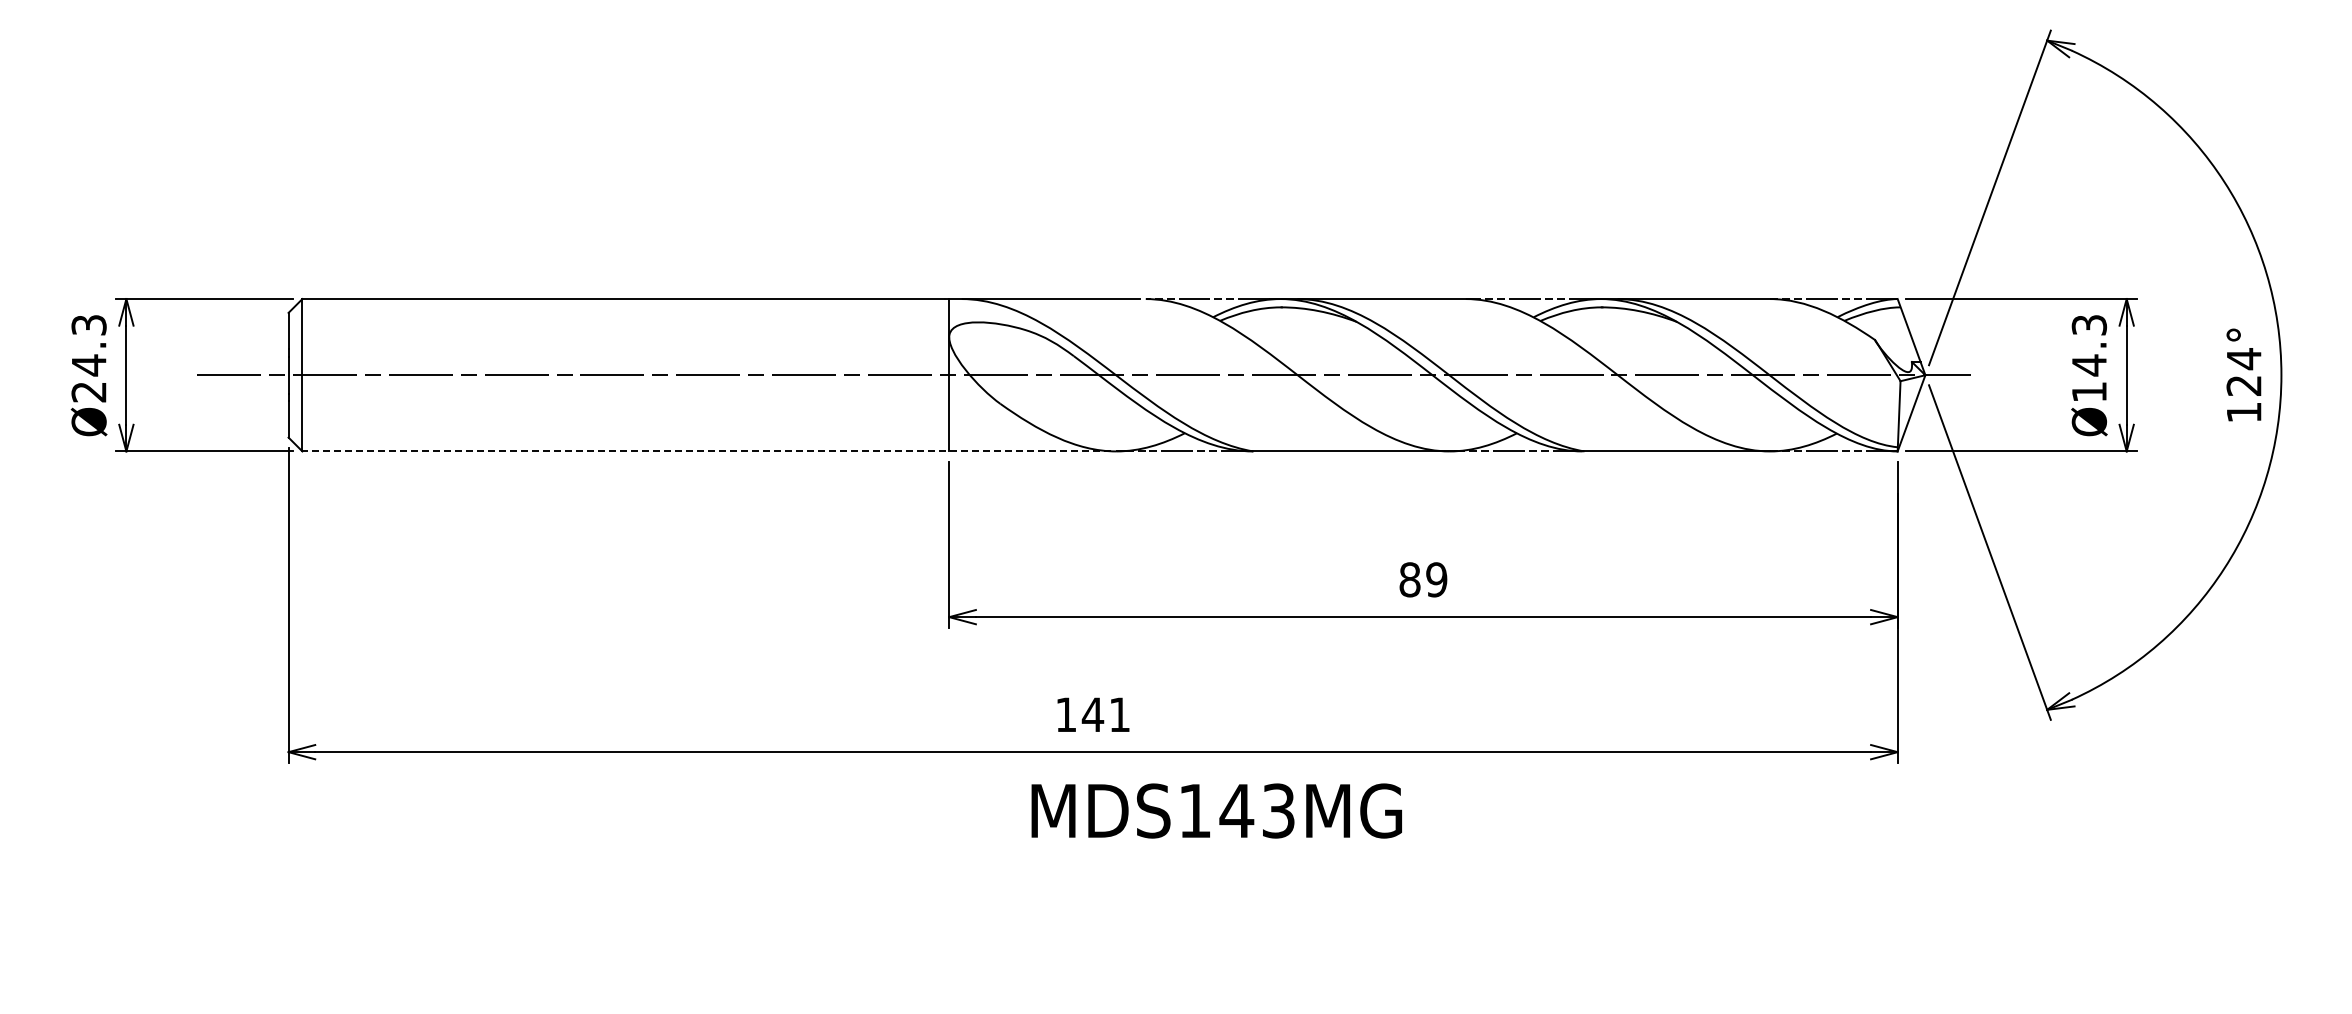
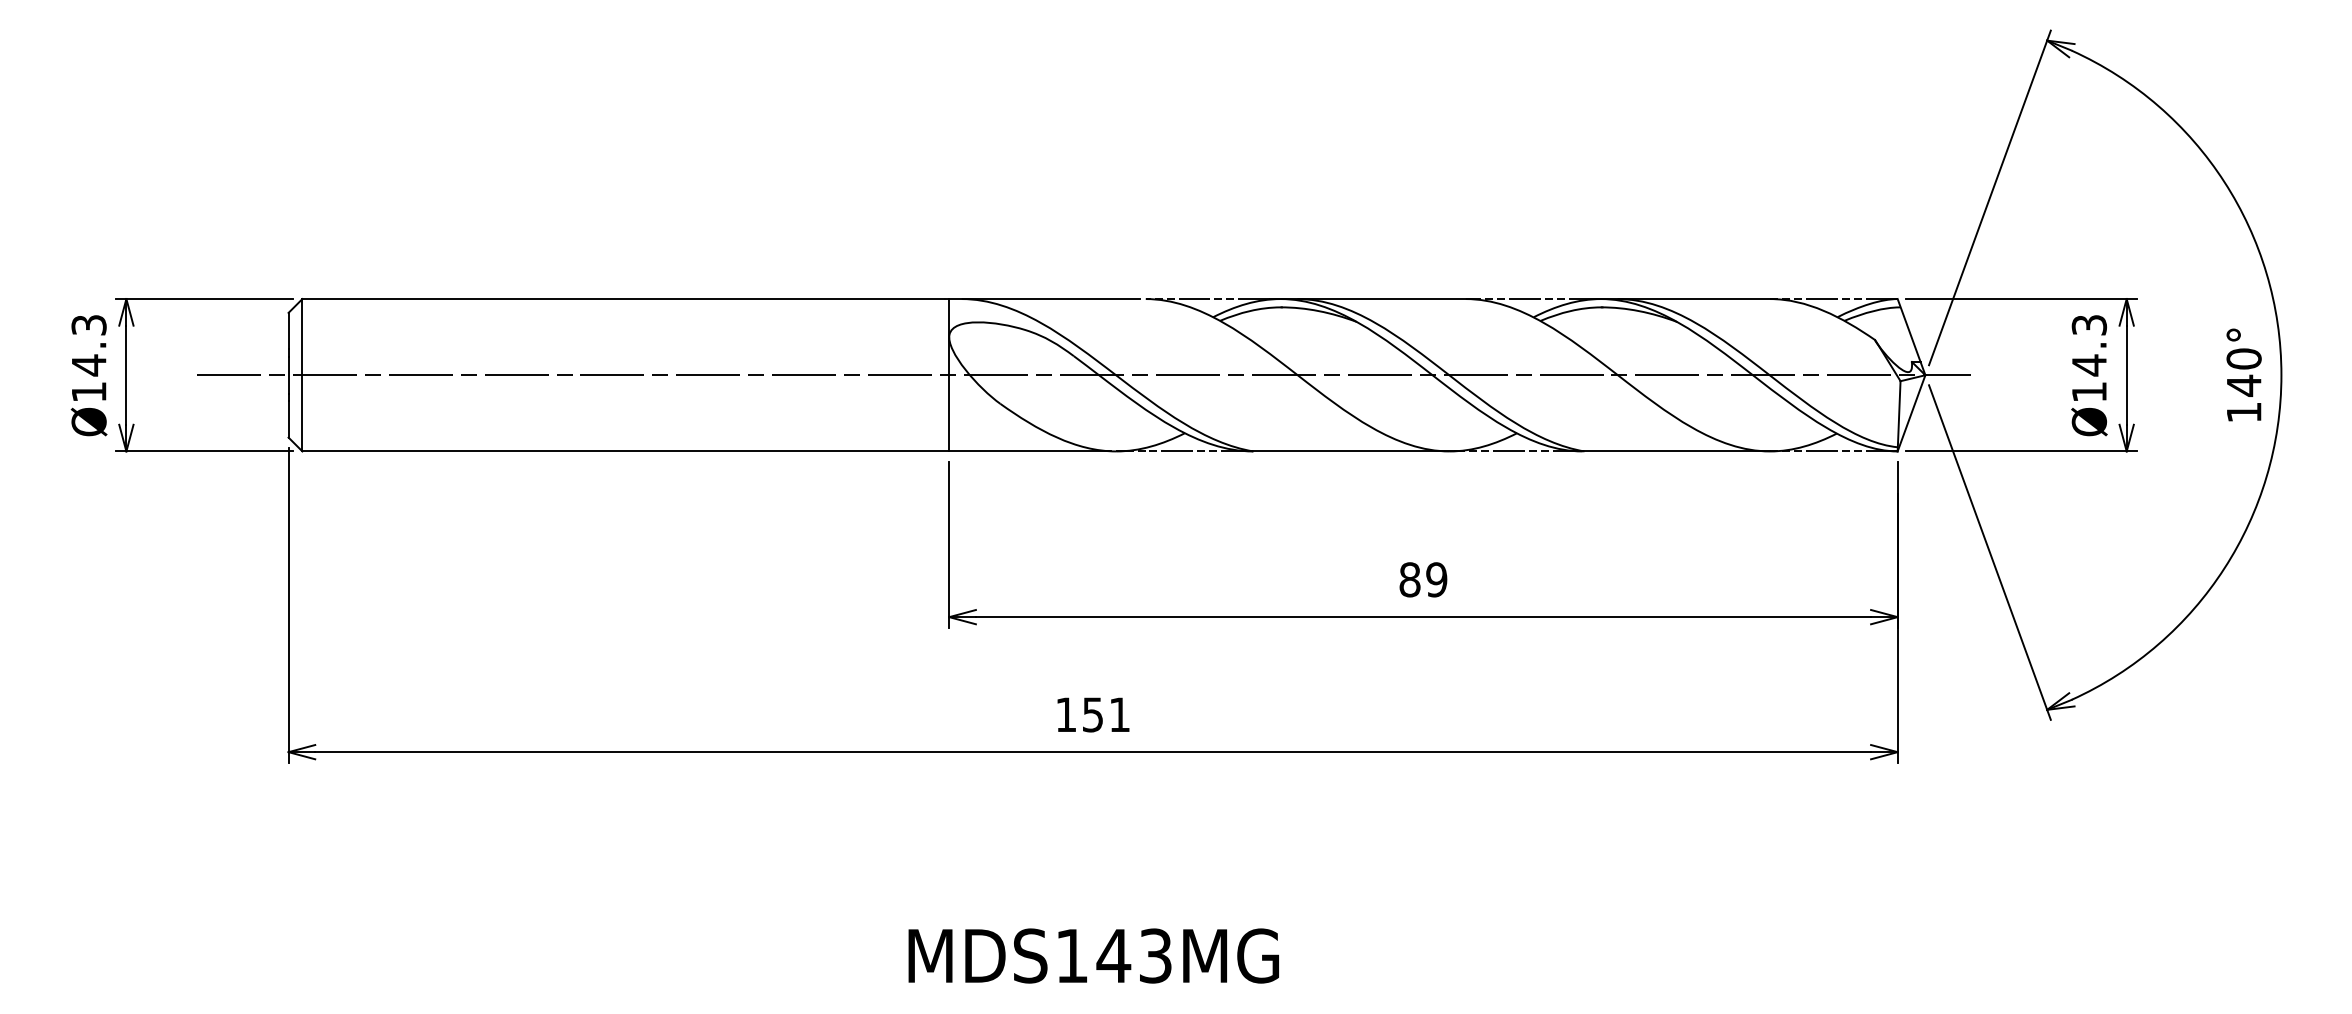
text at (2243, 372): 124° -> 140°
text at (88, 392): Ø24.3 -> Ø14.3
line at (706, 451): dashed -> solid
text at (1092, 714): 141 -> 151
text at (1216, 810) position: (1216, 810) -> (1093, 955)
